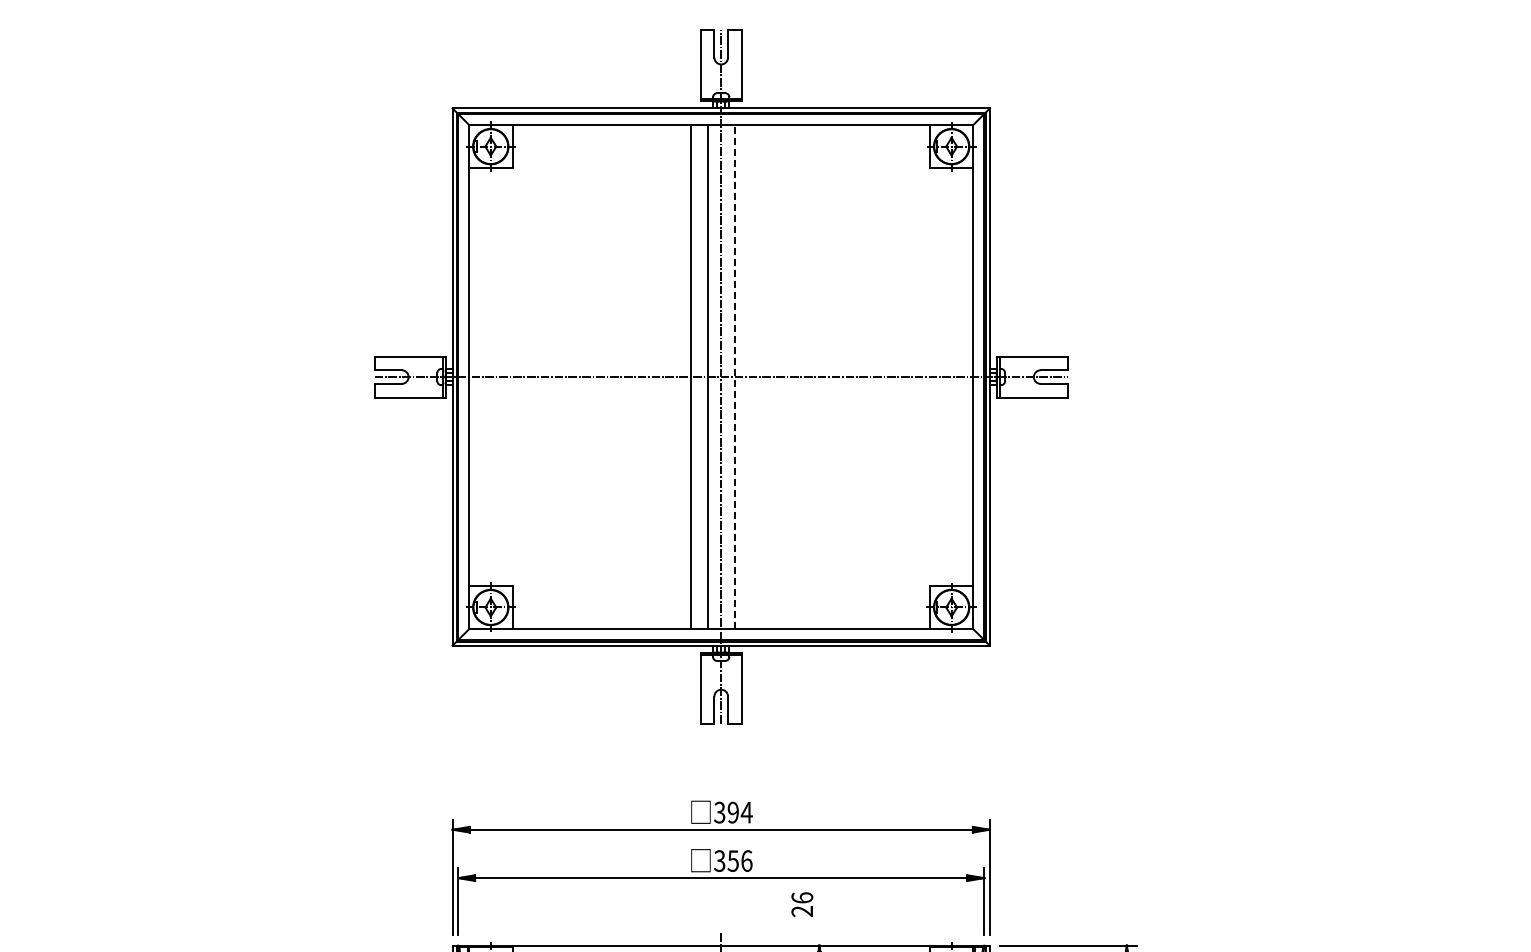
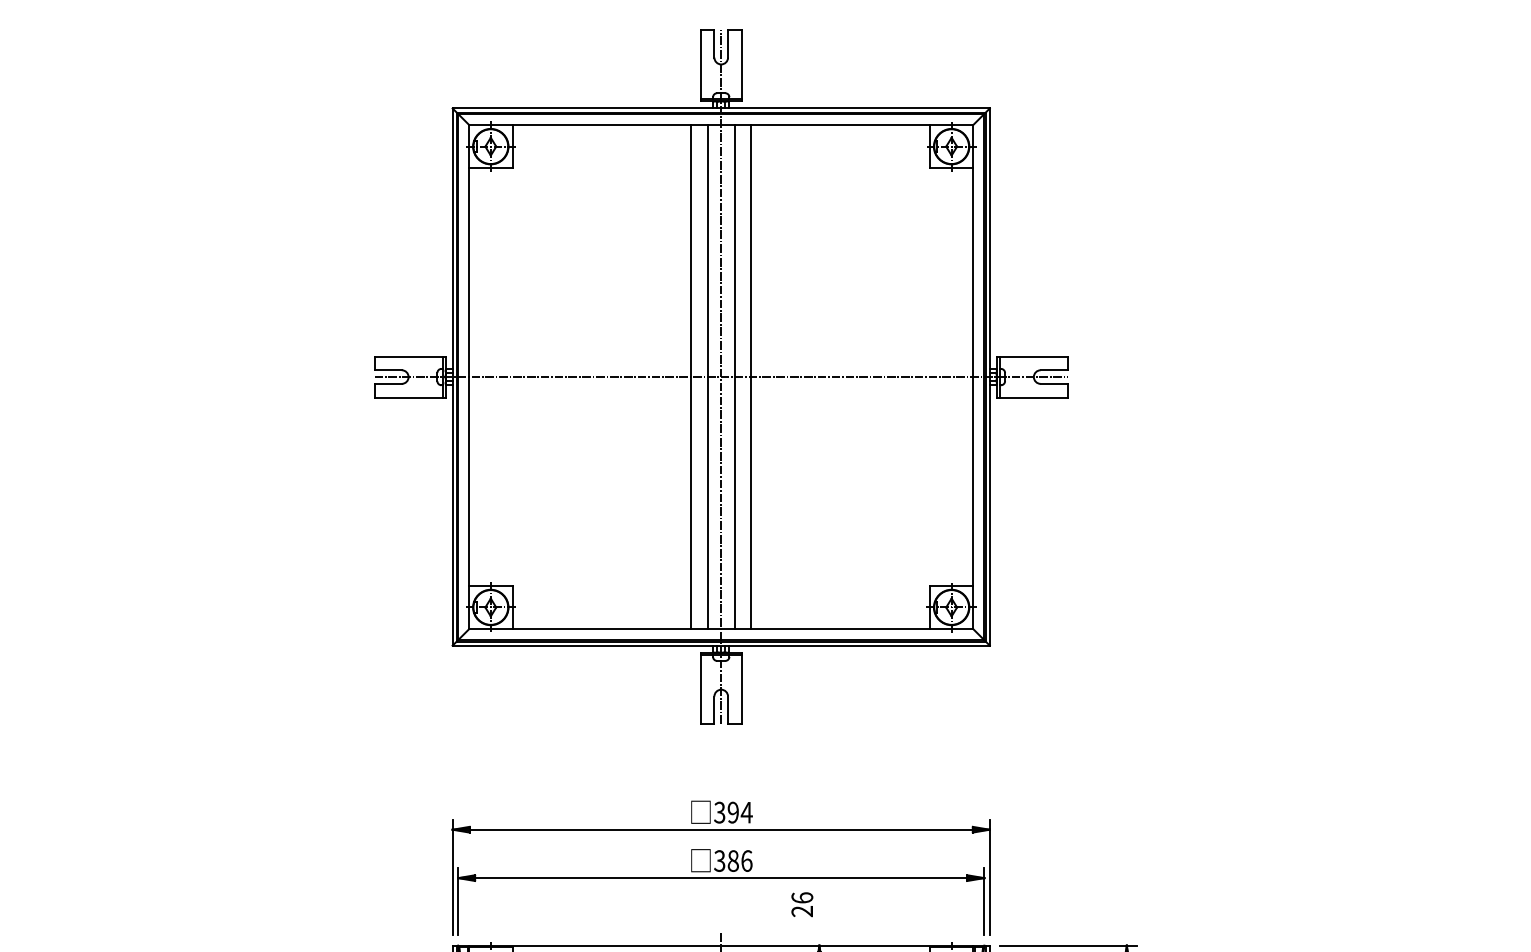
line at (734, 376): dashed -> solid
line at (751, 376): none -> present
text at (732, 860): 356 -> 386
